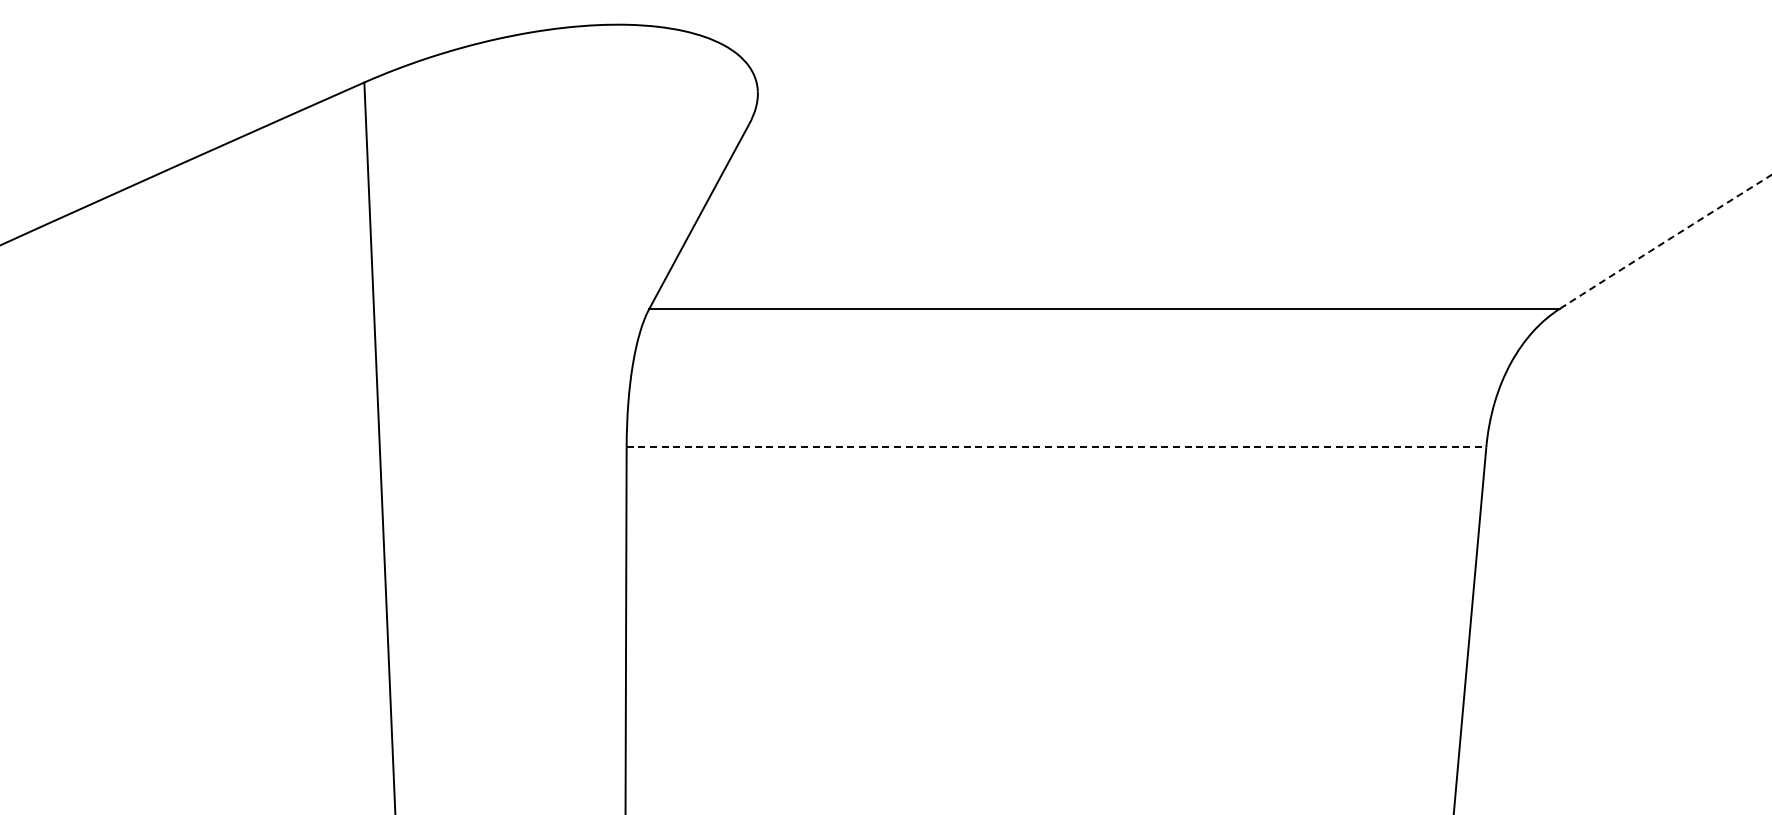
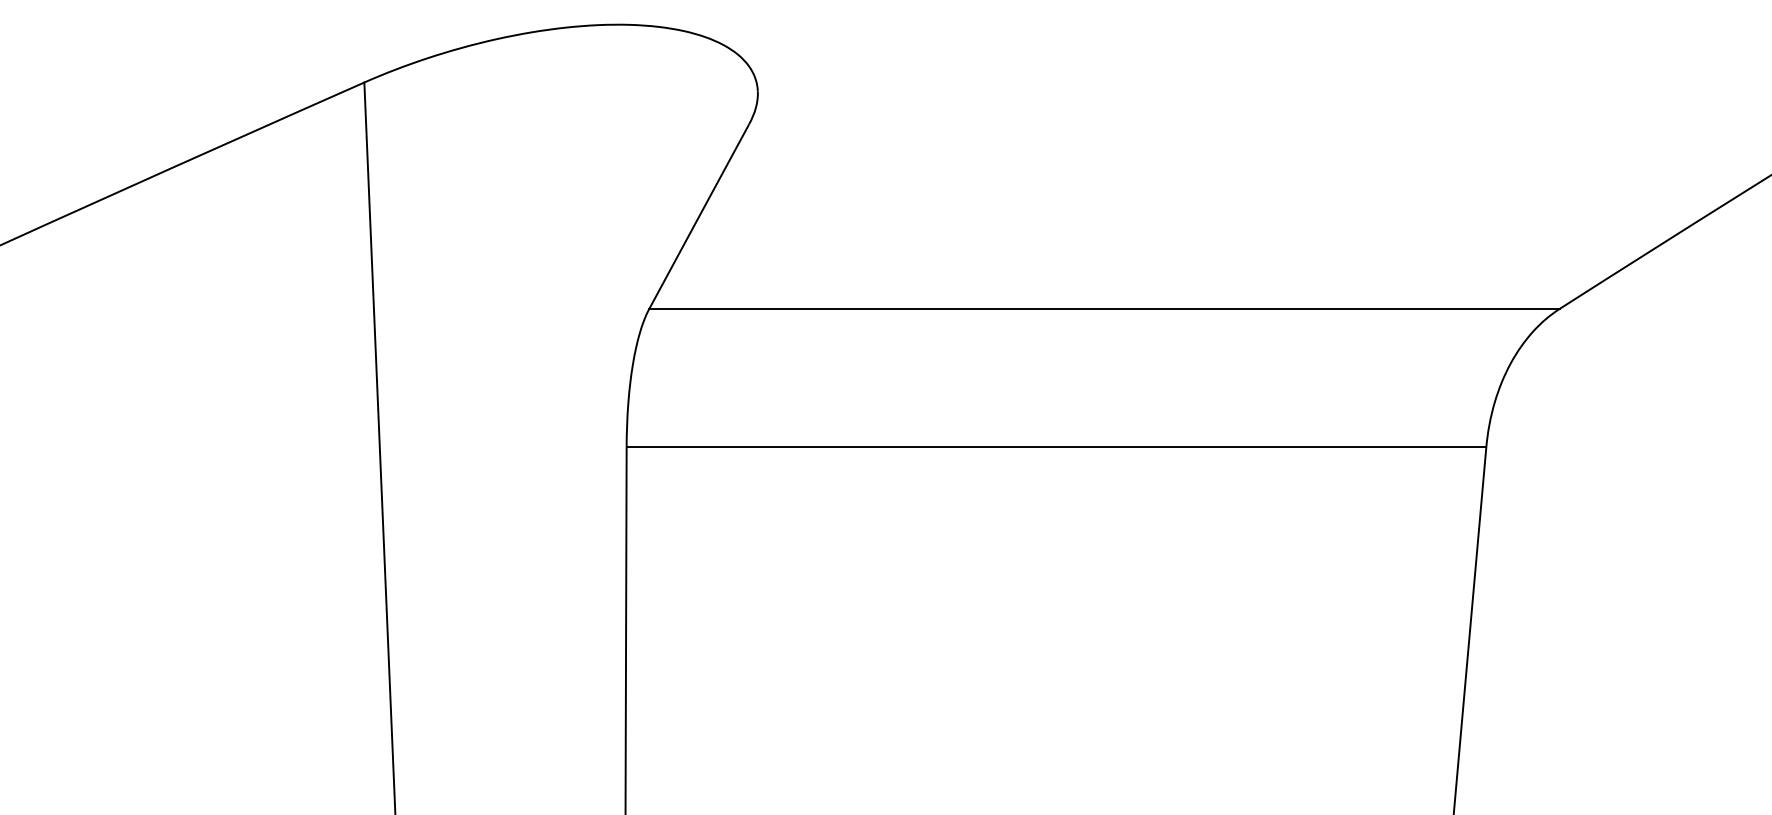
arc at (1665, 241): dashed -> solid
line at (1056, 447): dashed -> solid
